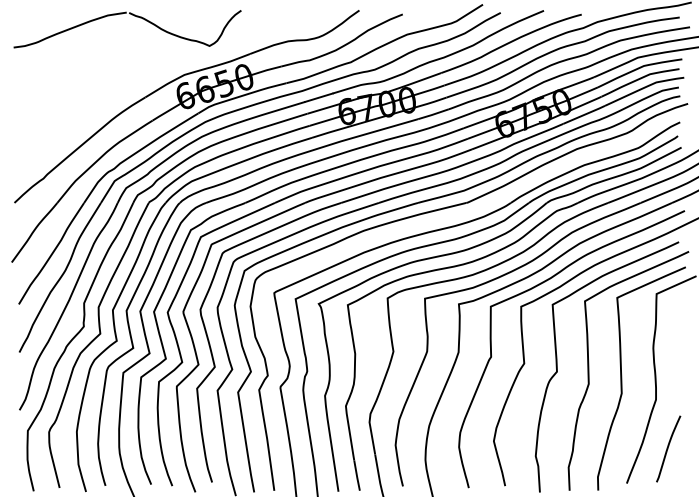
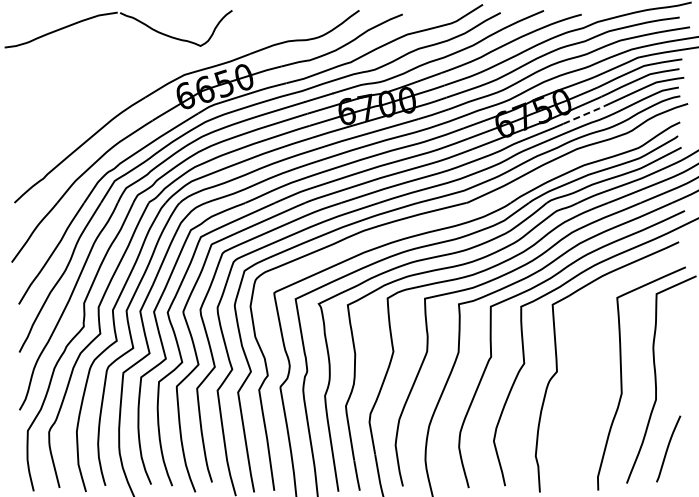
part at (134, 16) position: (134, 16) -> (125, 16)
line at (585, 114): solid -> dashed
curve at (589, 370): present -> none
